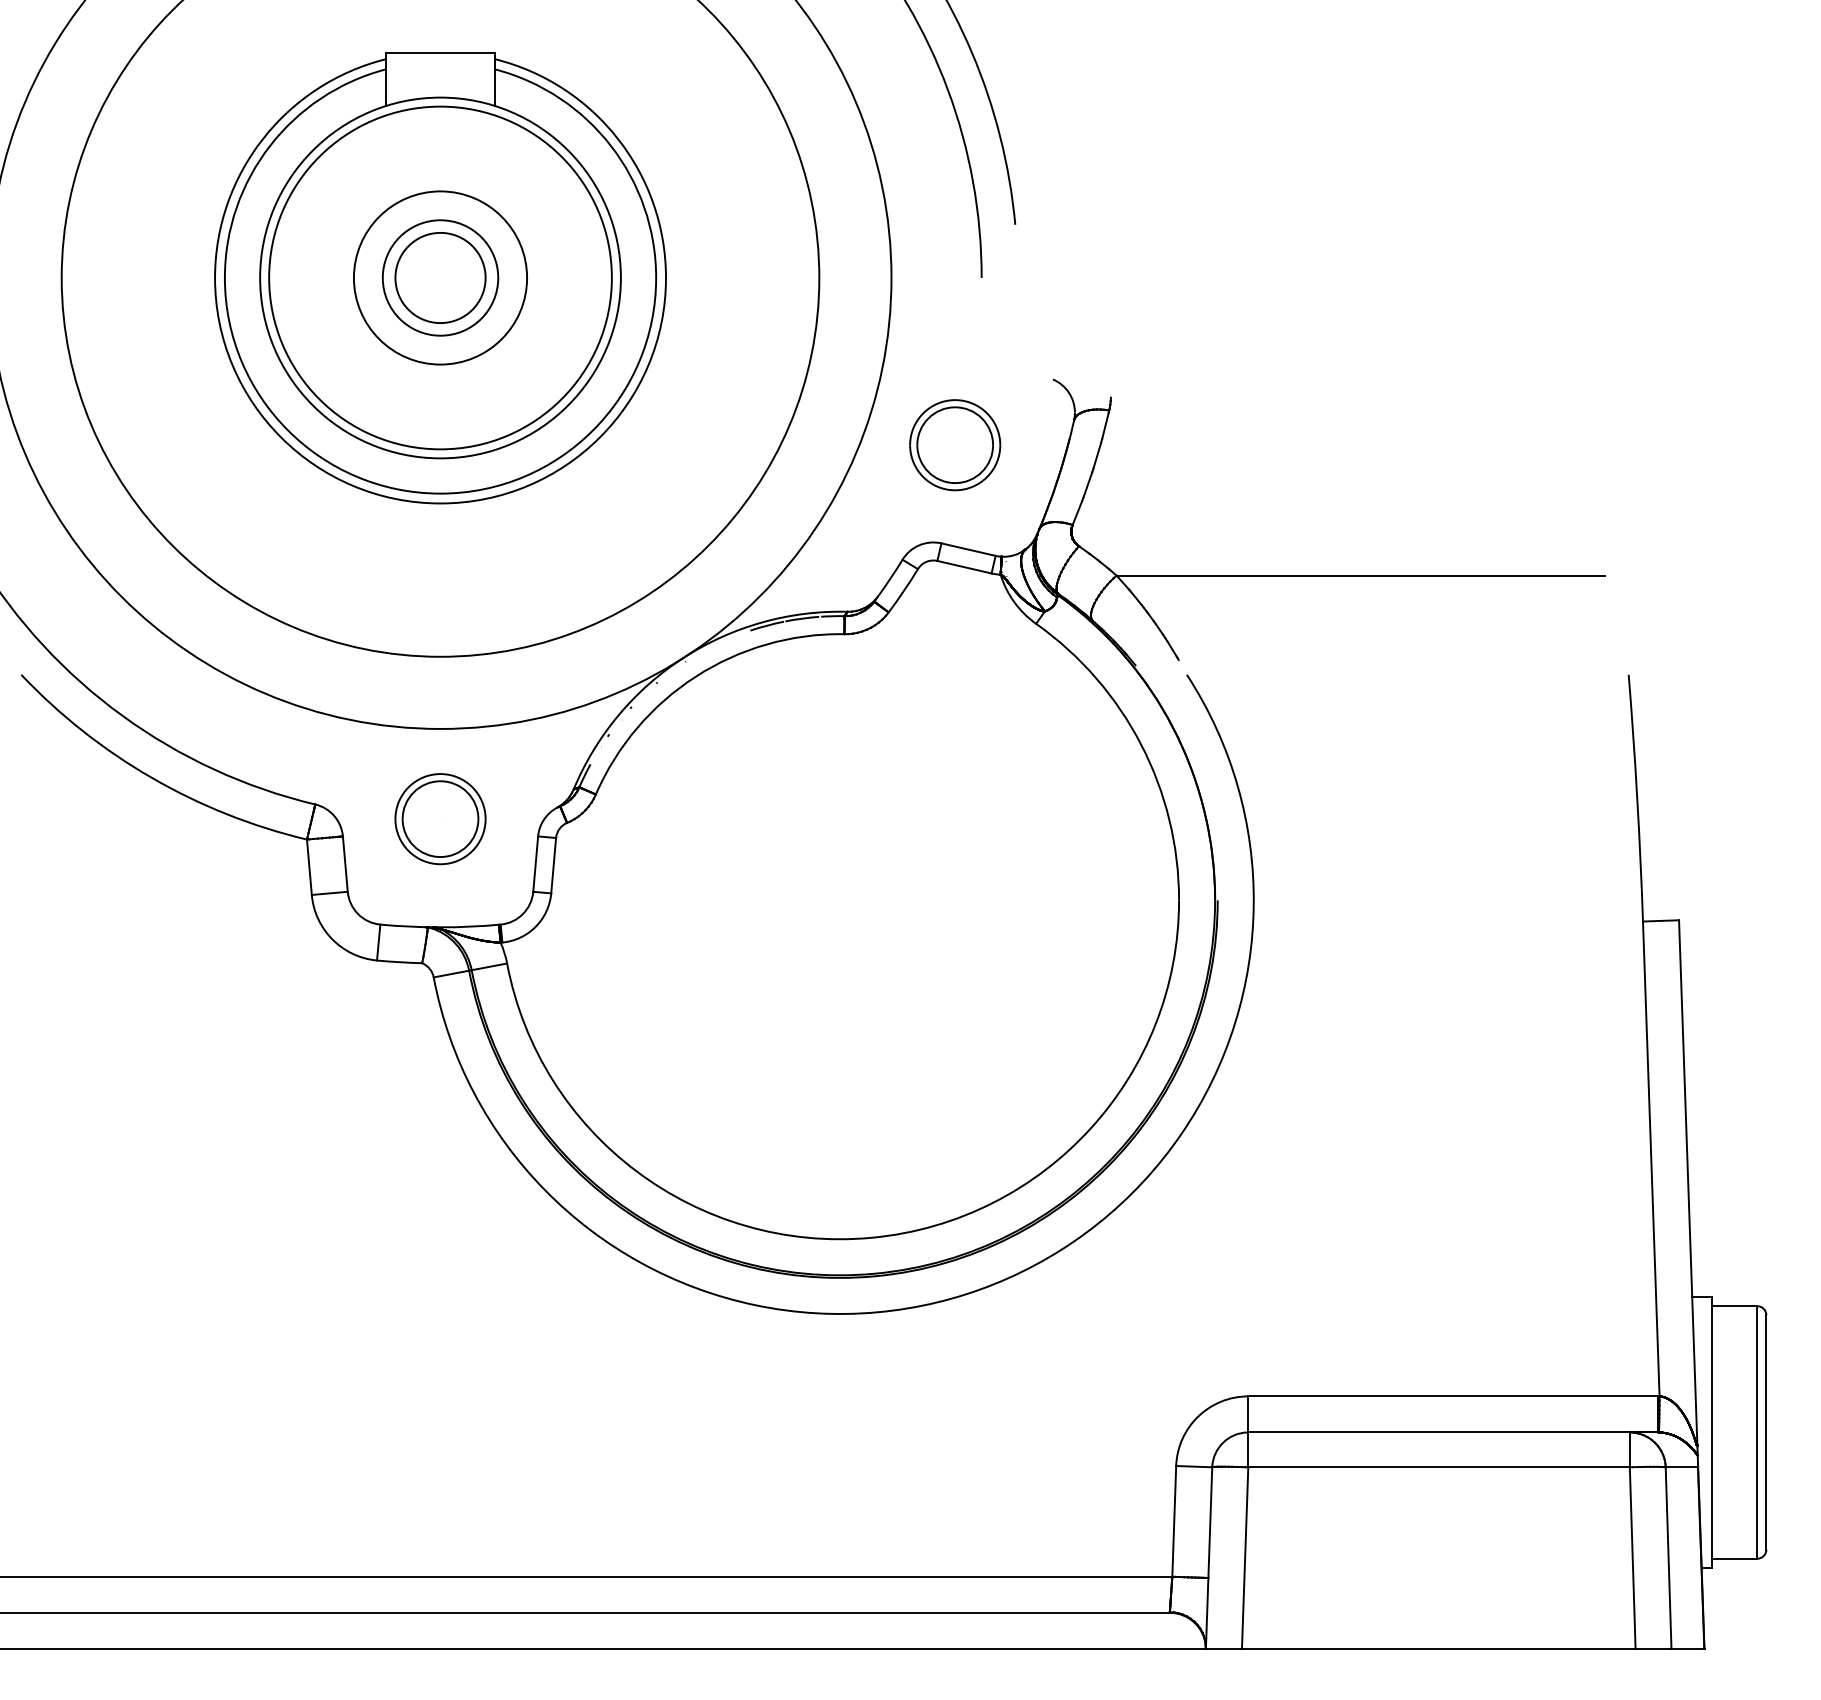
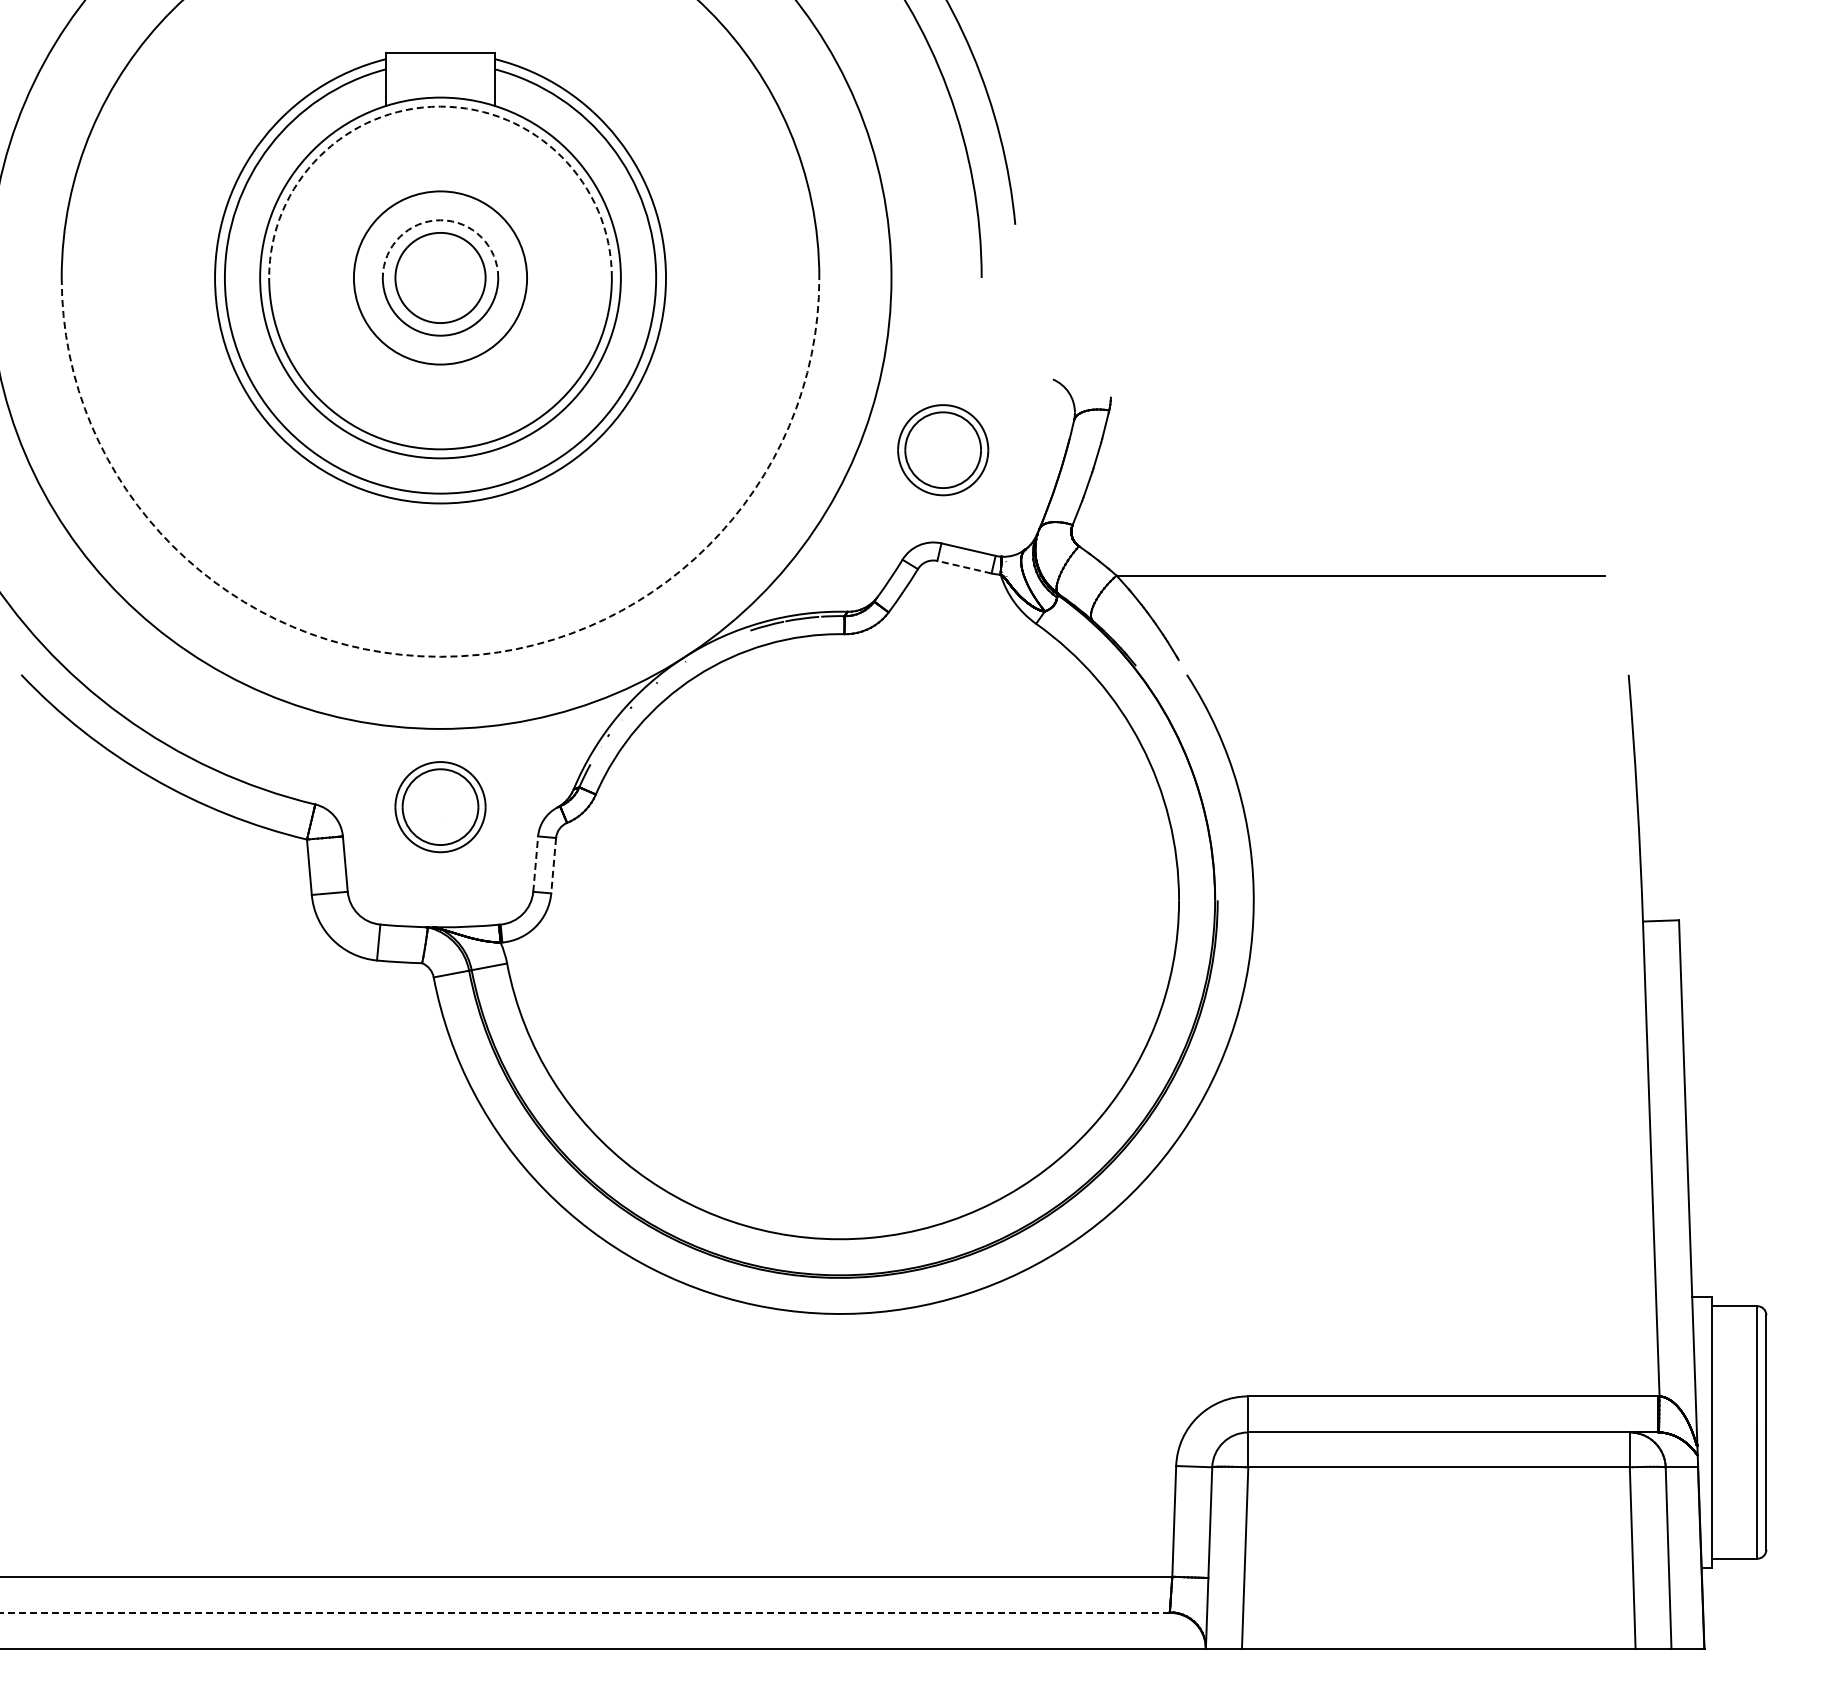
arc at (440, 106): solid -> dashed
arc at (440, 220): solid -> dashed
part at (955, 445) position: (955, 445) -> (943, 450)
line at (964, 567): solid -> dashed
arc at (440, 656): solid -> dashed
part at (440, 819) position: (440, 819) -> (440, 807)
line at (535, 864): solid -> dashed
line at (553, 865): solid -> dashed
line at (584, 1612): solid -> dashed
